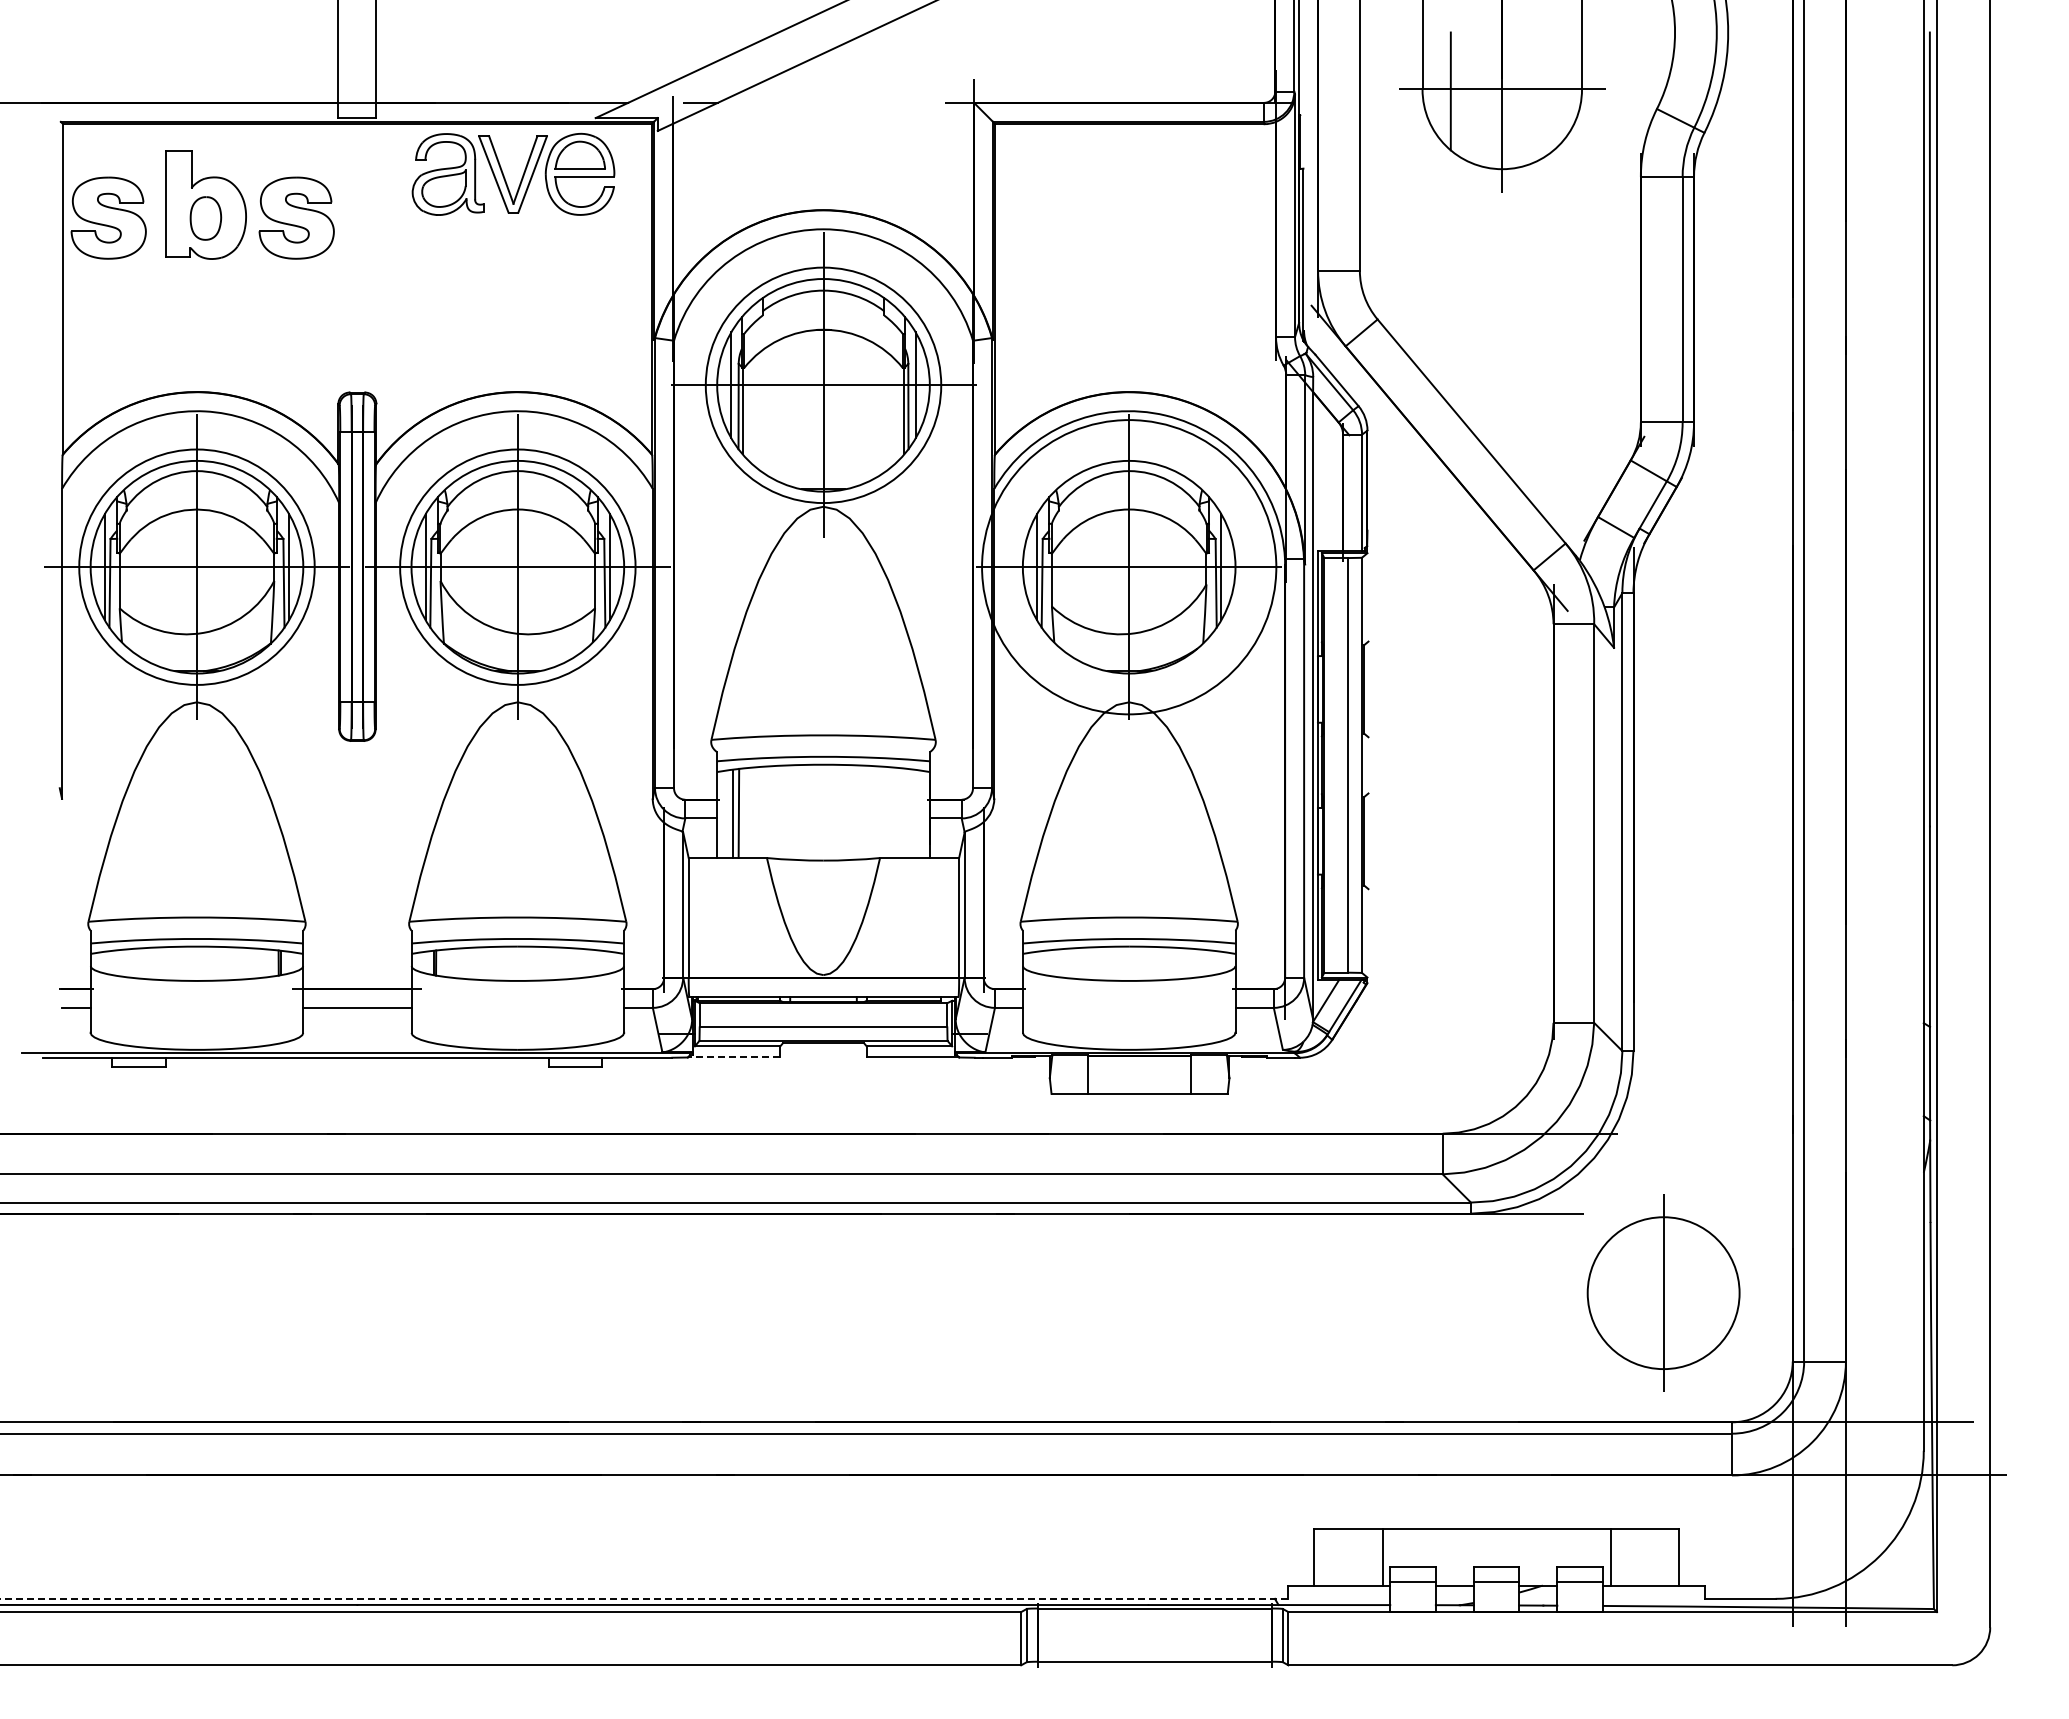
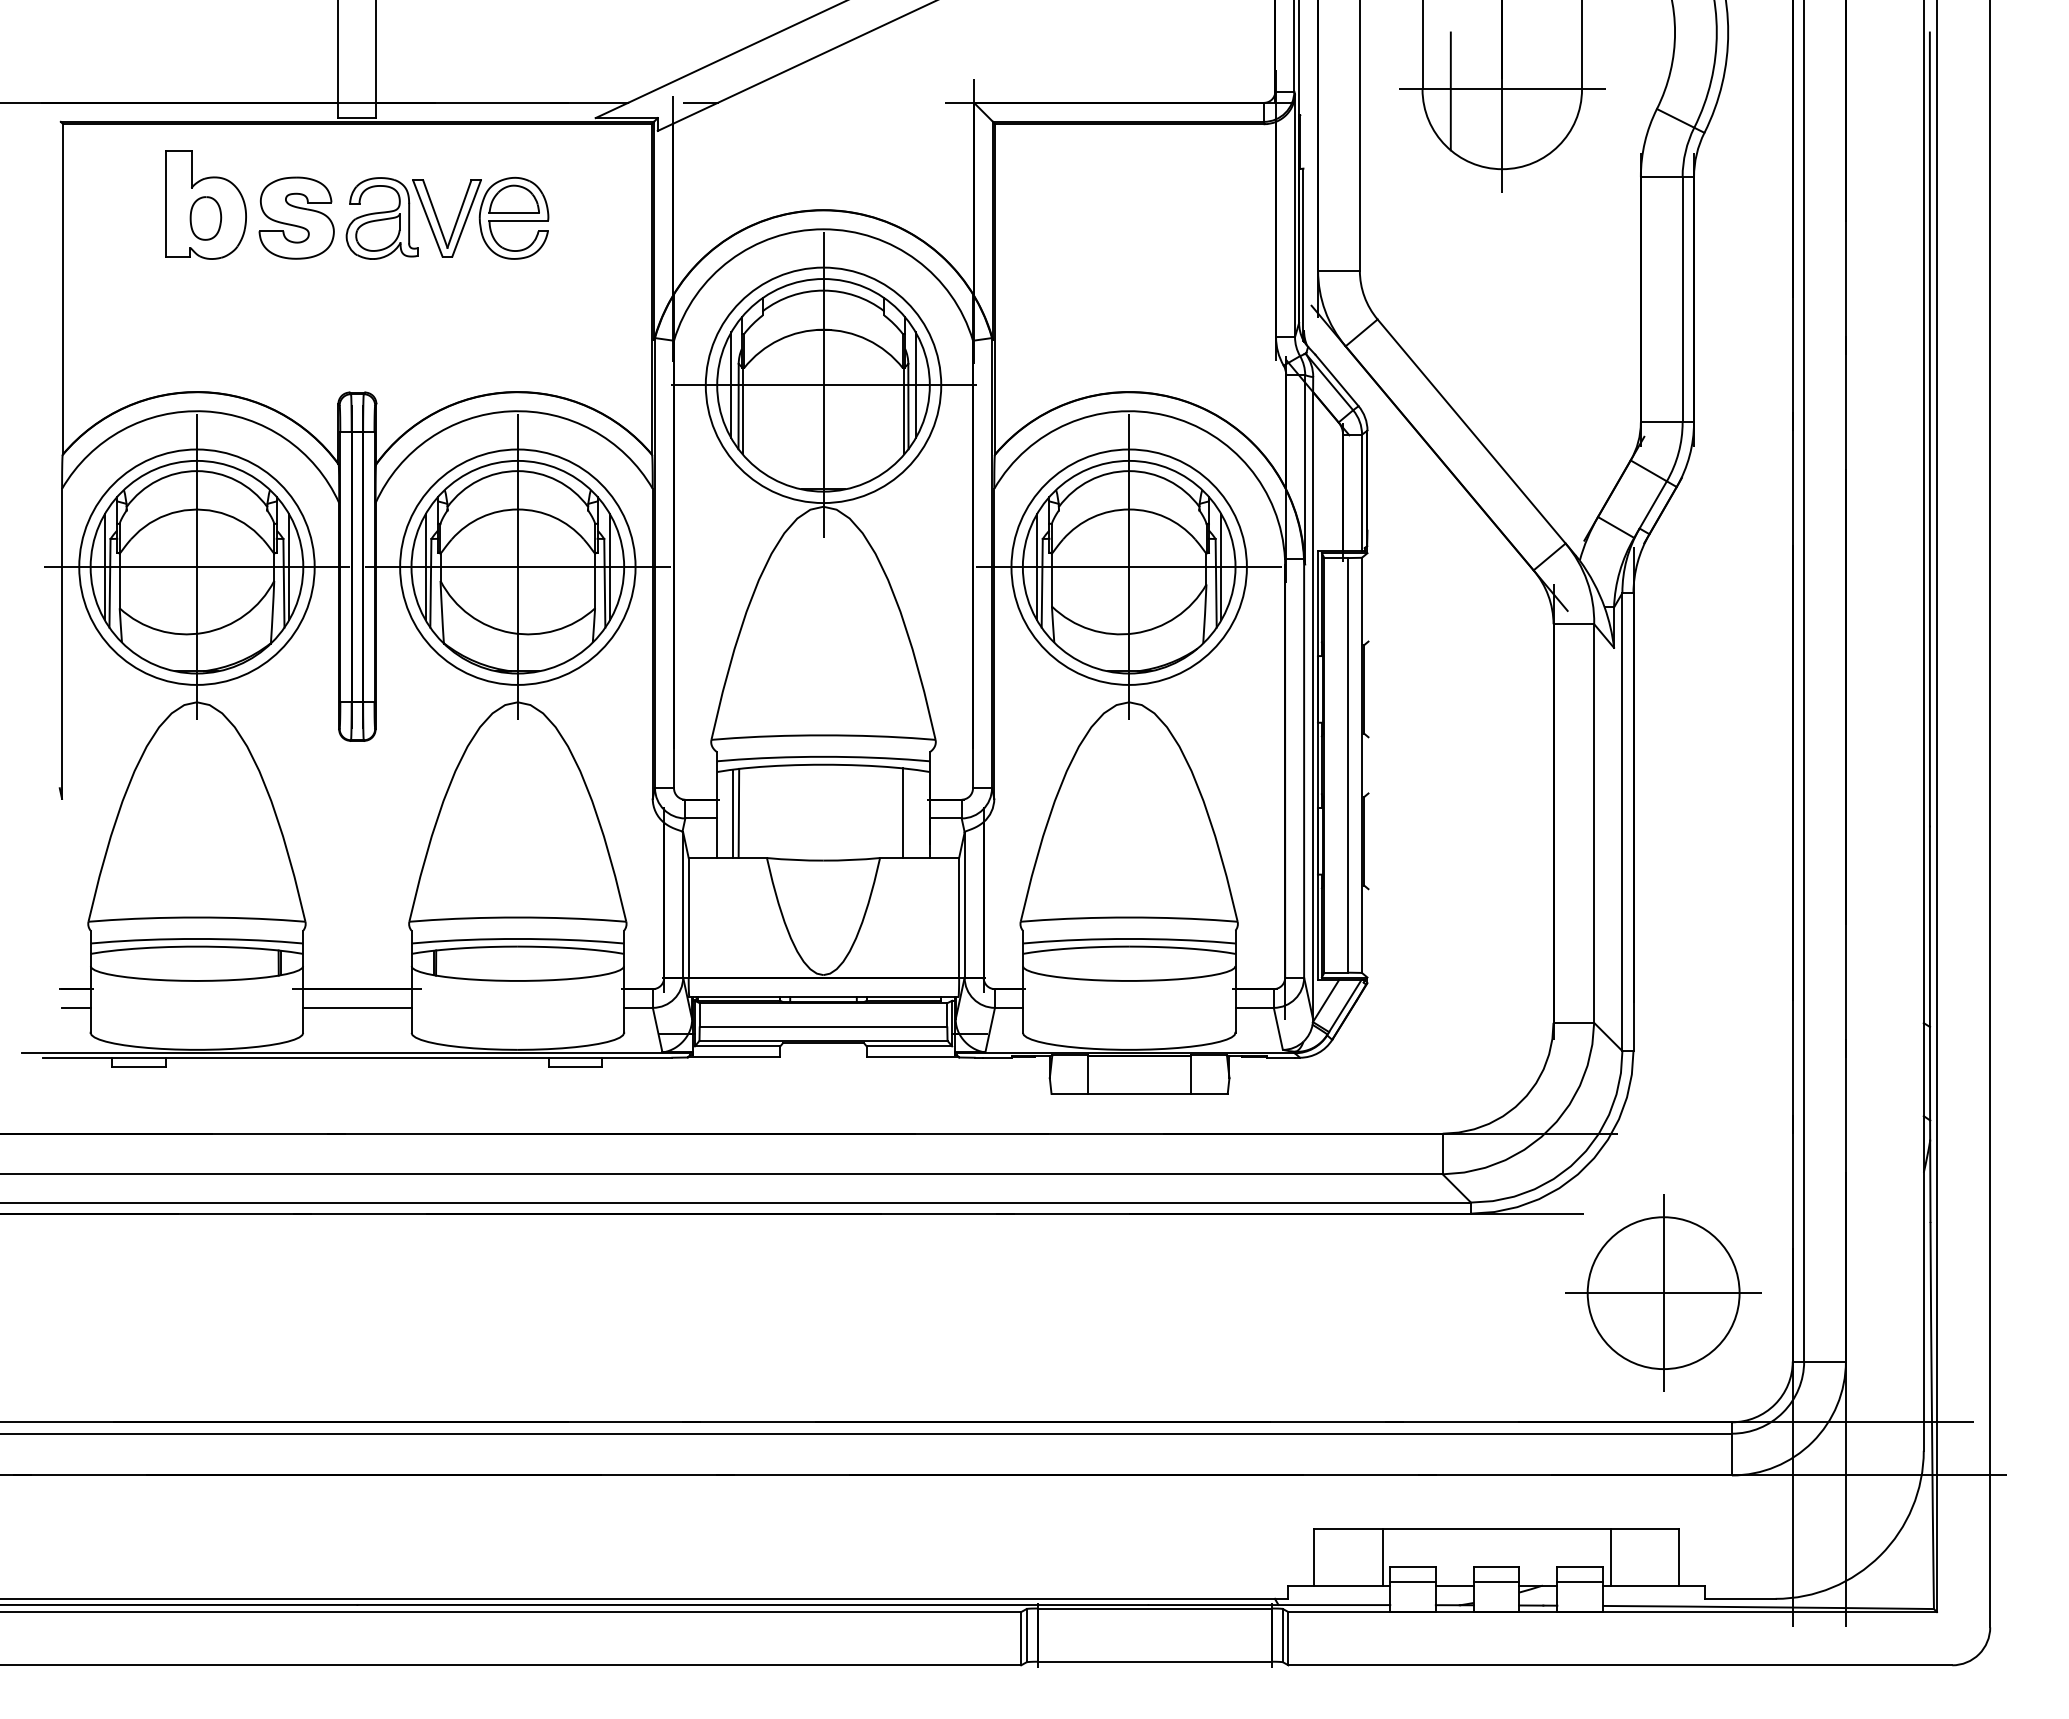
part at (521, 177) position: (521, 177) -> (455, 221)
part at (108, 217): present -> none
circle at (1129, 567) diameter: 294 px -> 235 px
line at (903, 813): none -> present
line at (734, 1056): dashed -> solid
line at (1663, 1293): none -> present
line at (643, 1598): dashed -> solid
